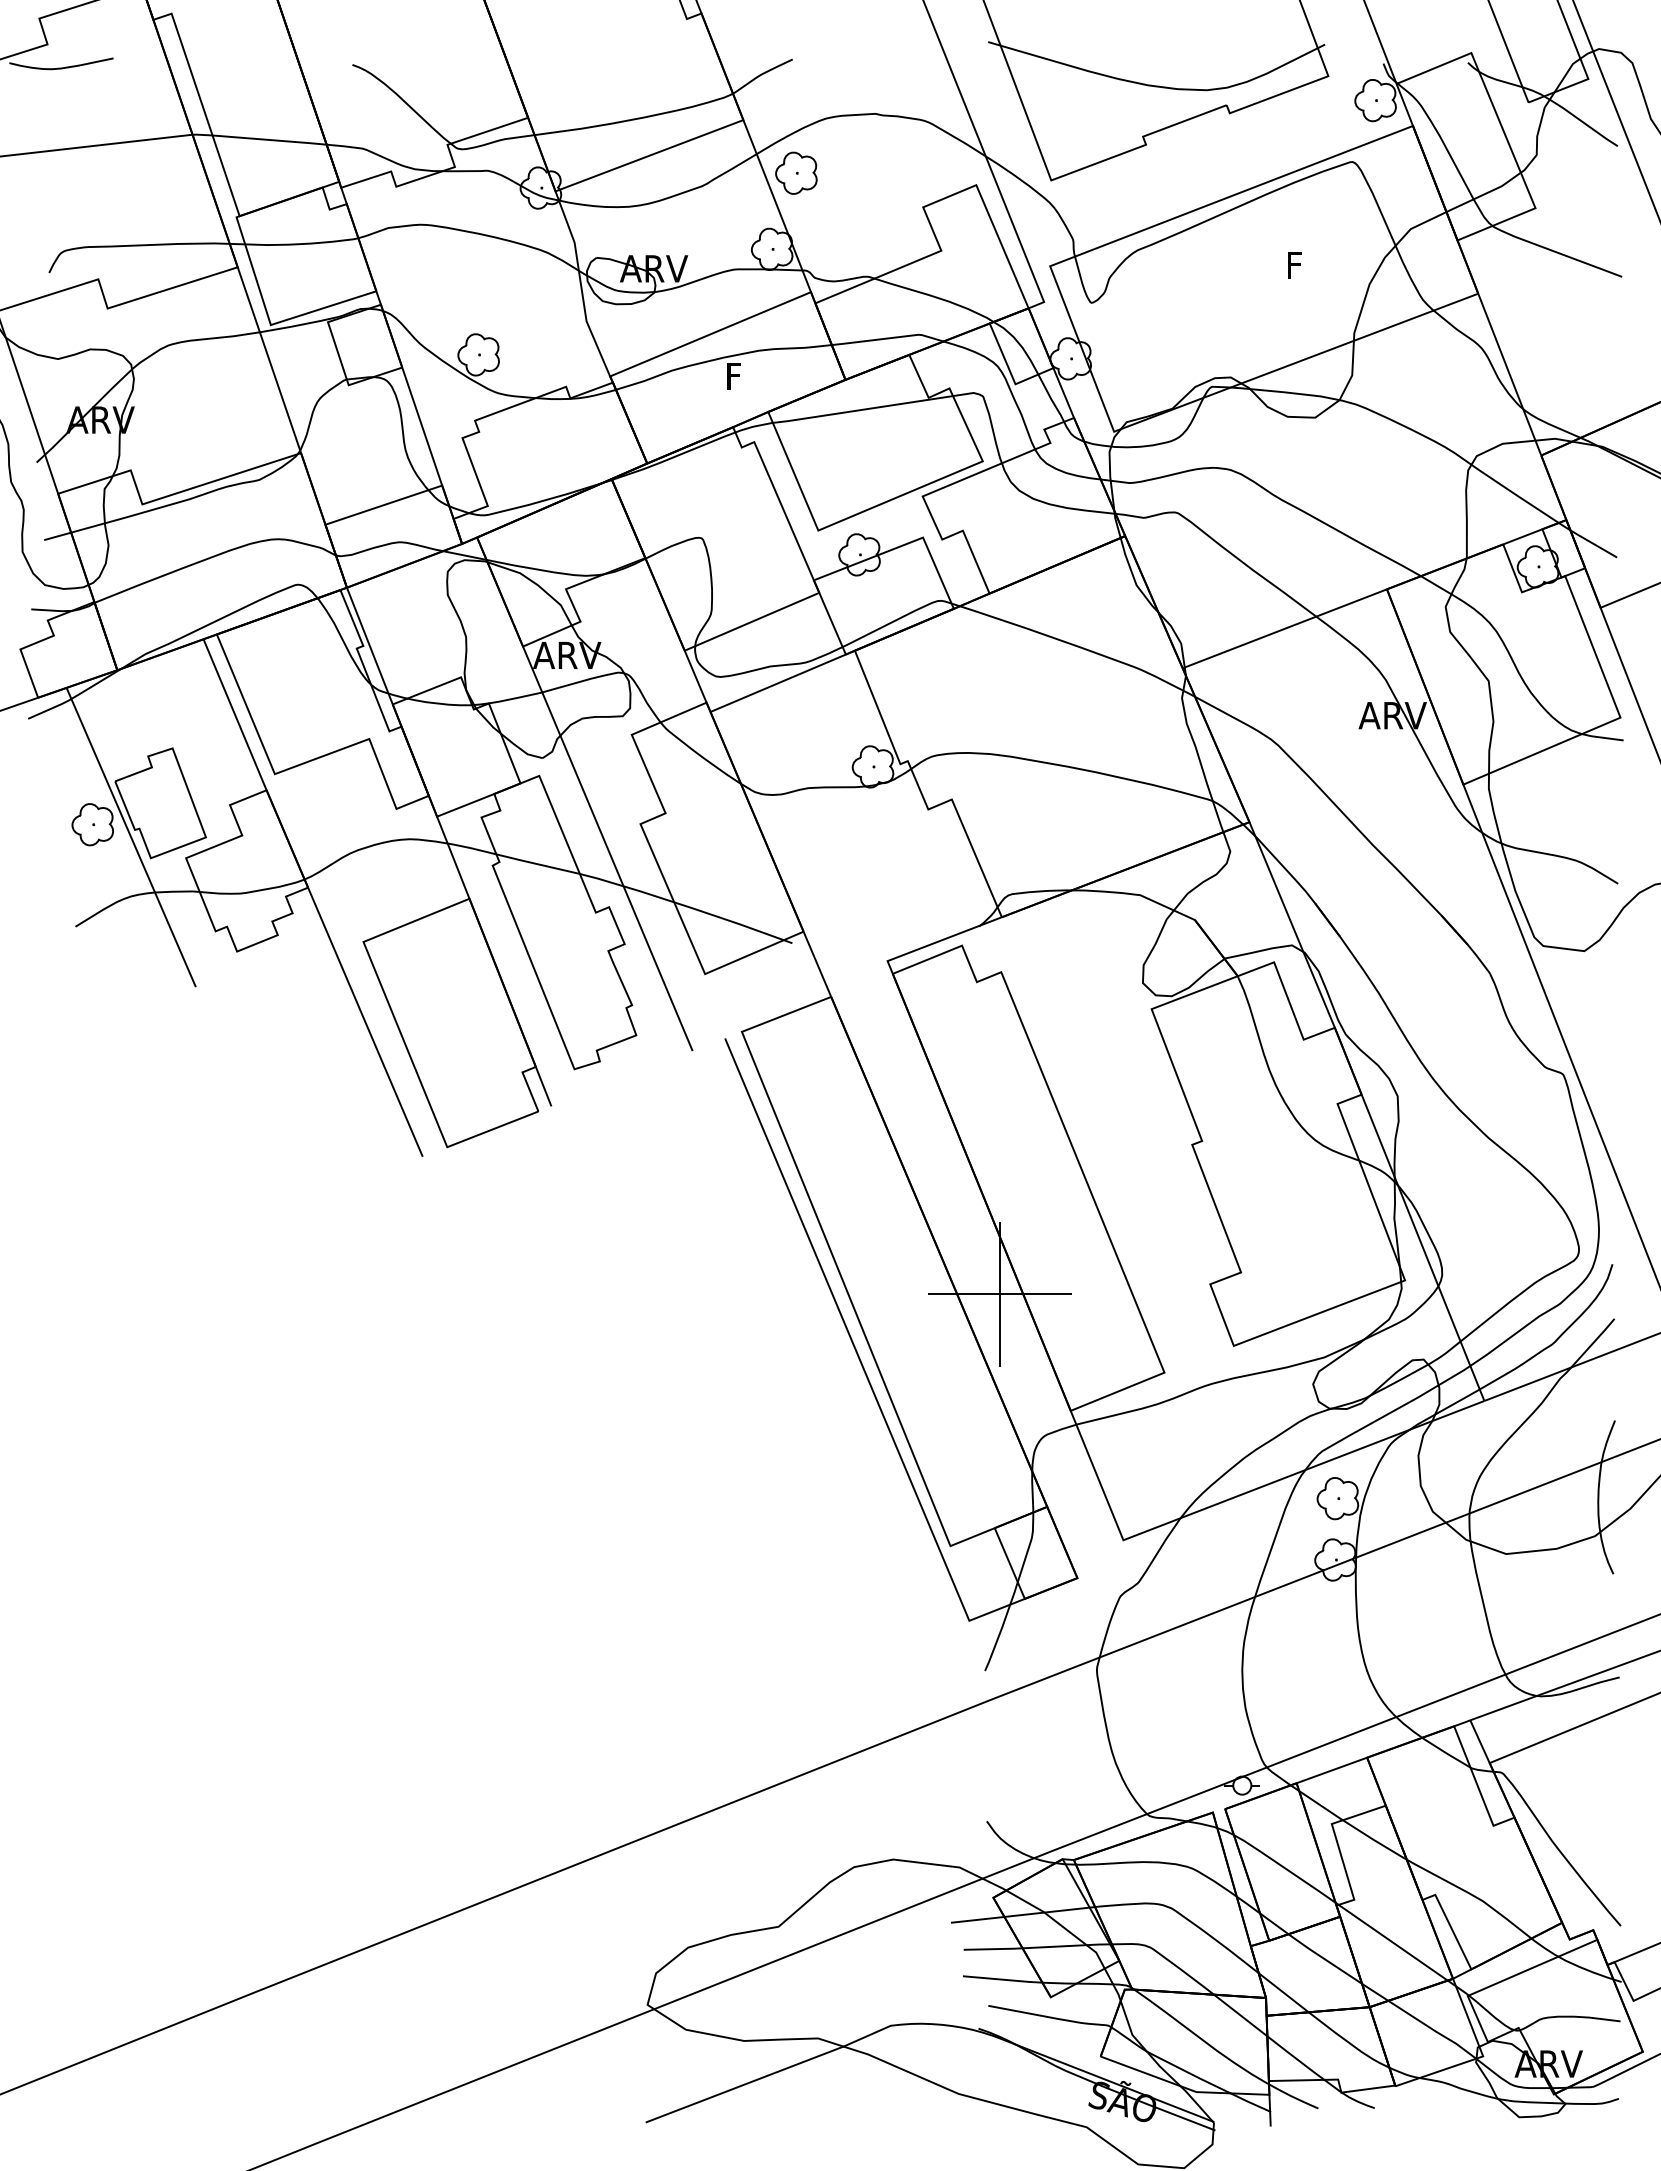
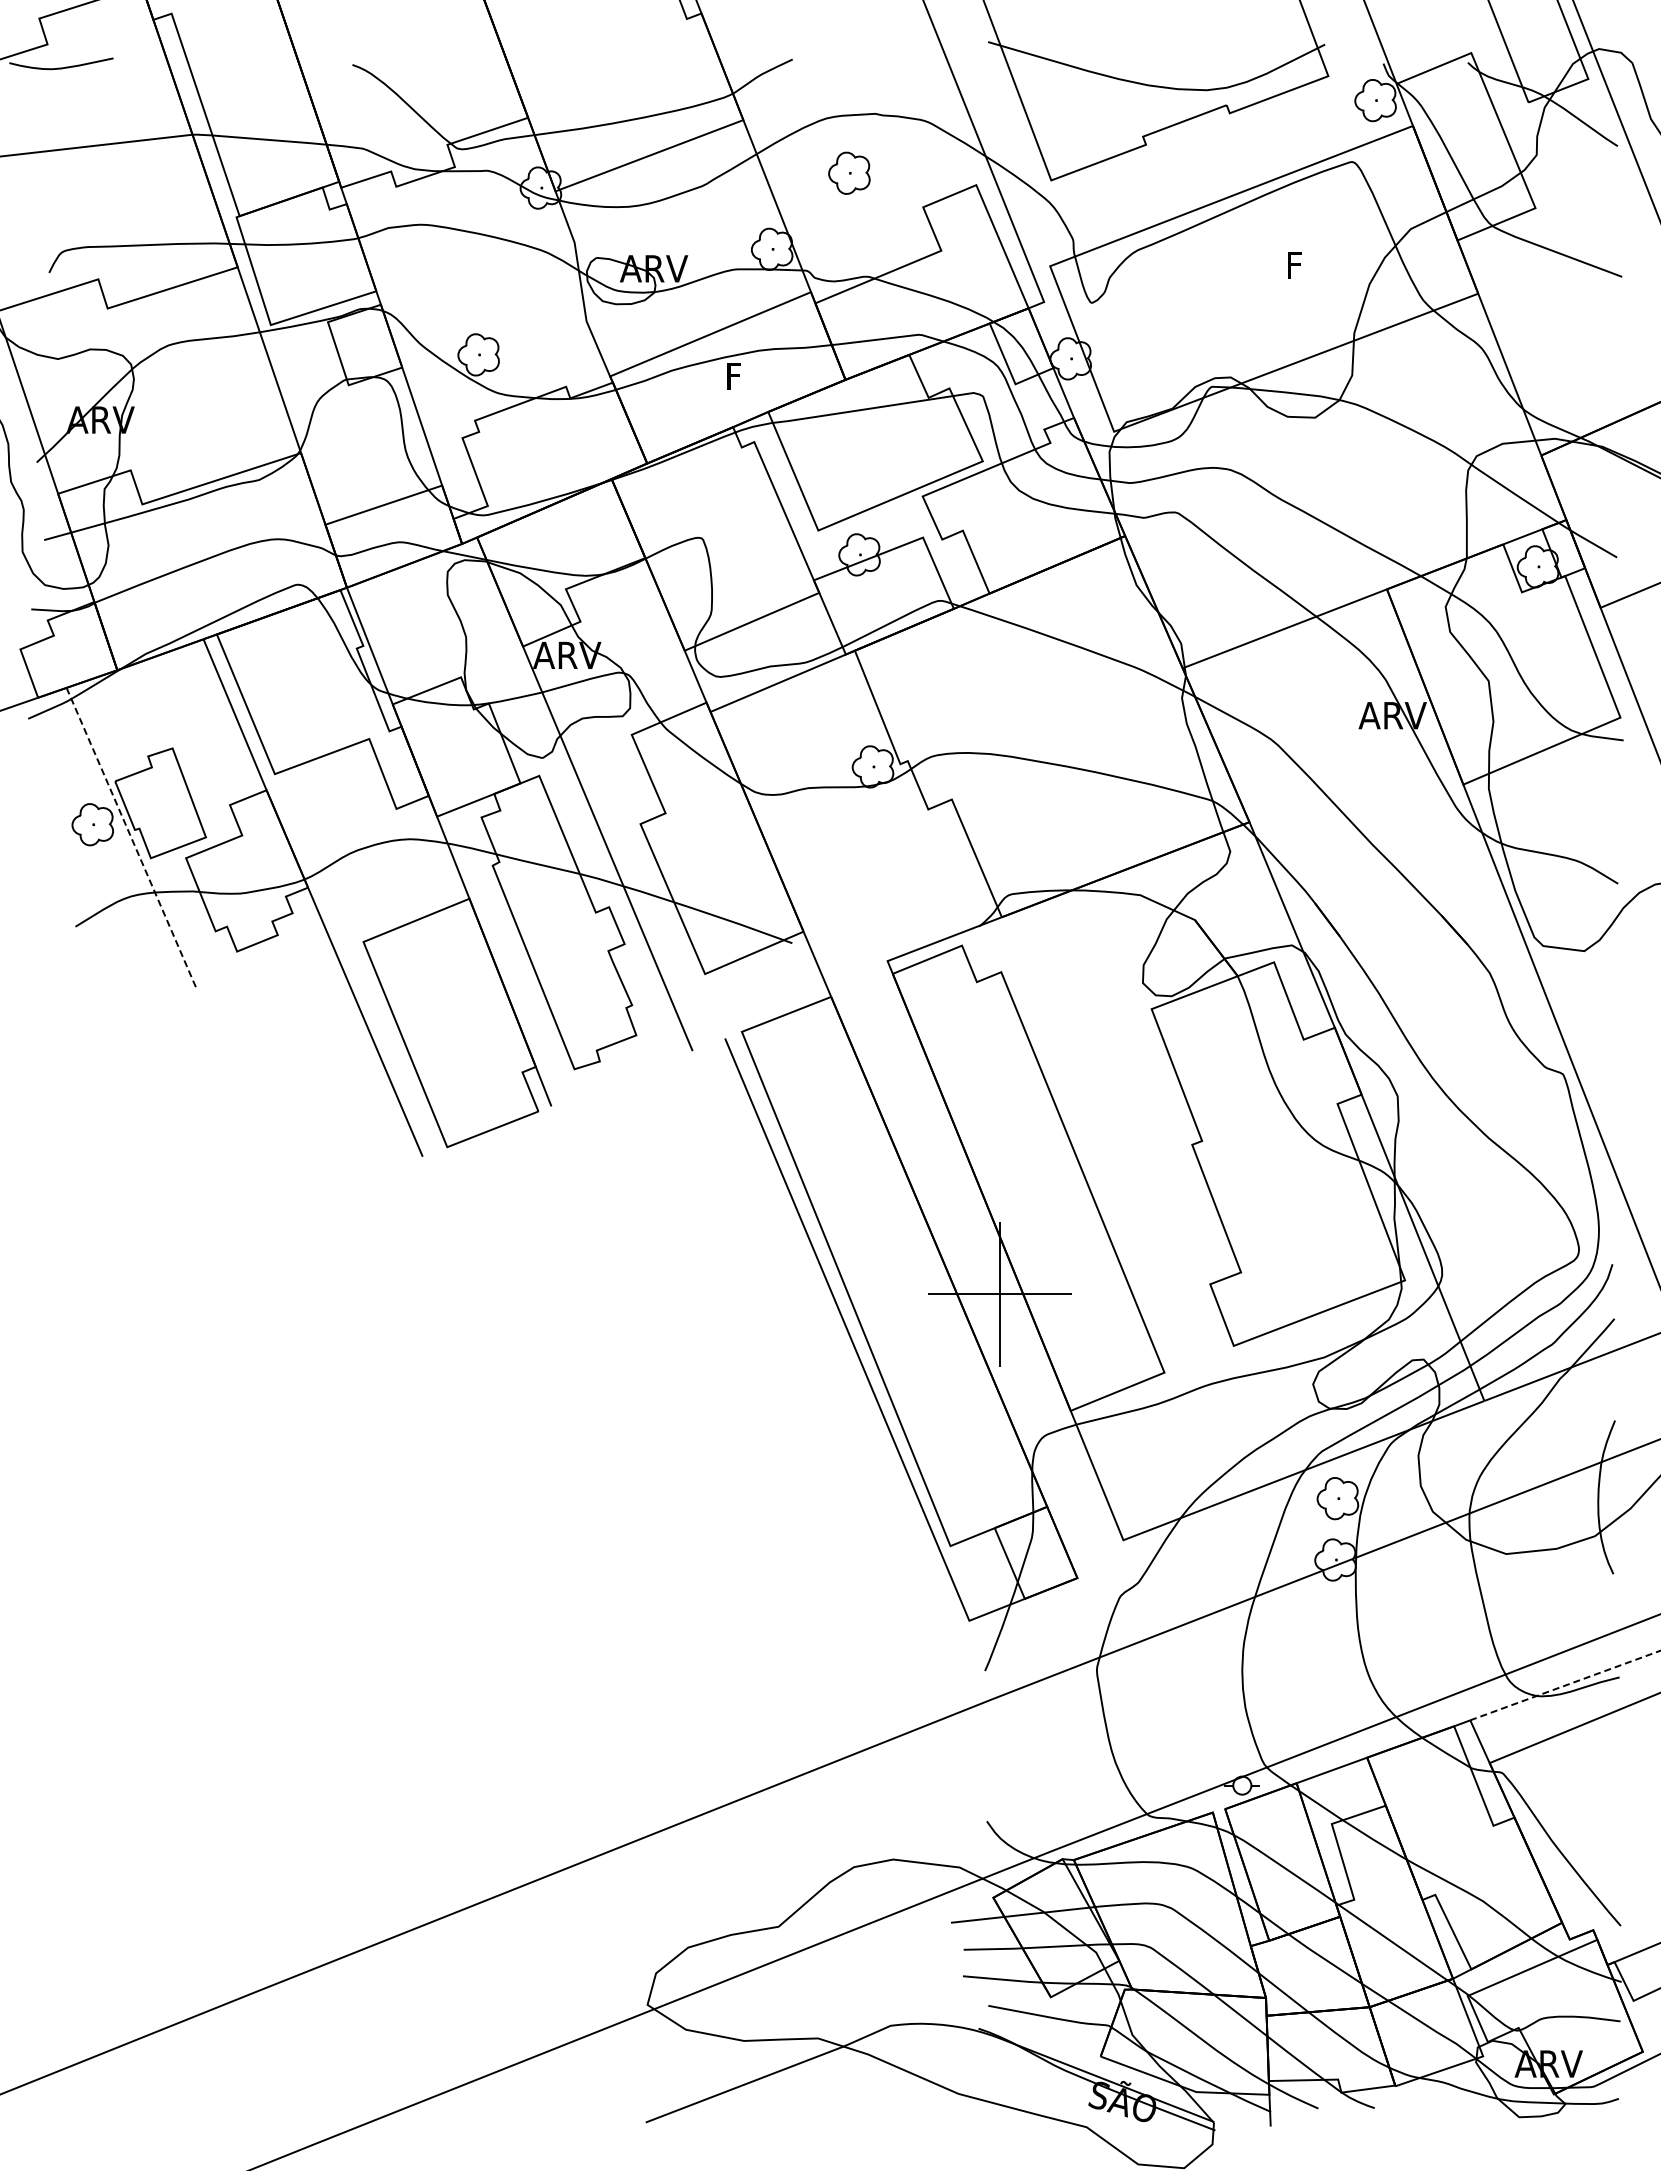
part at (796, 172) position: (796, 172) -> (849, 172)
line at (131, 837): solid -> dashed
line at (1565, 1685): solid -> dashed
